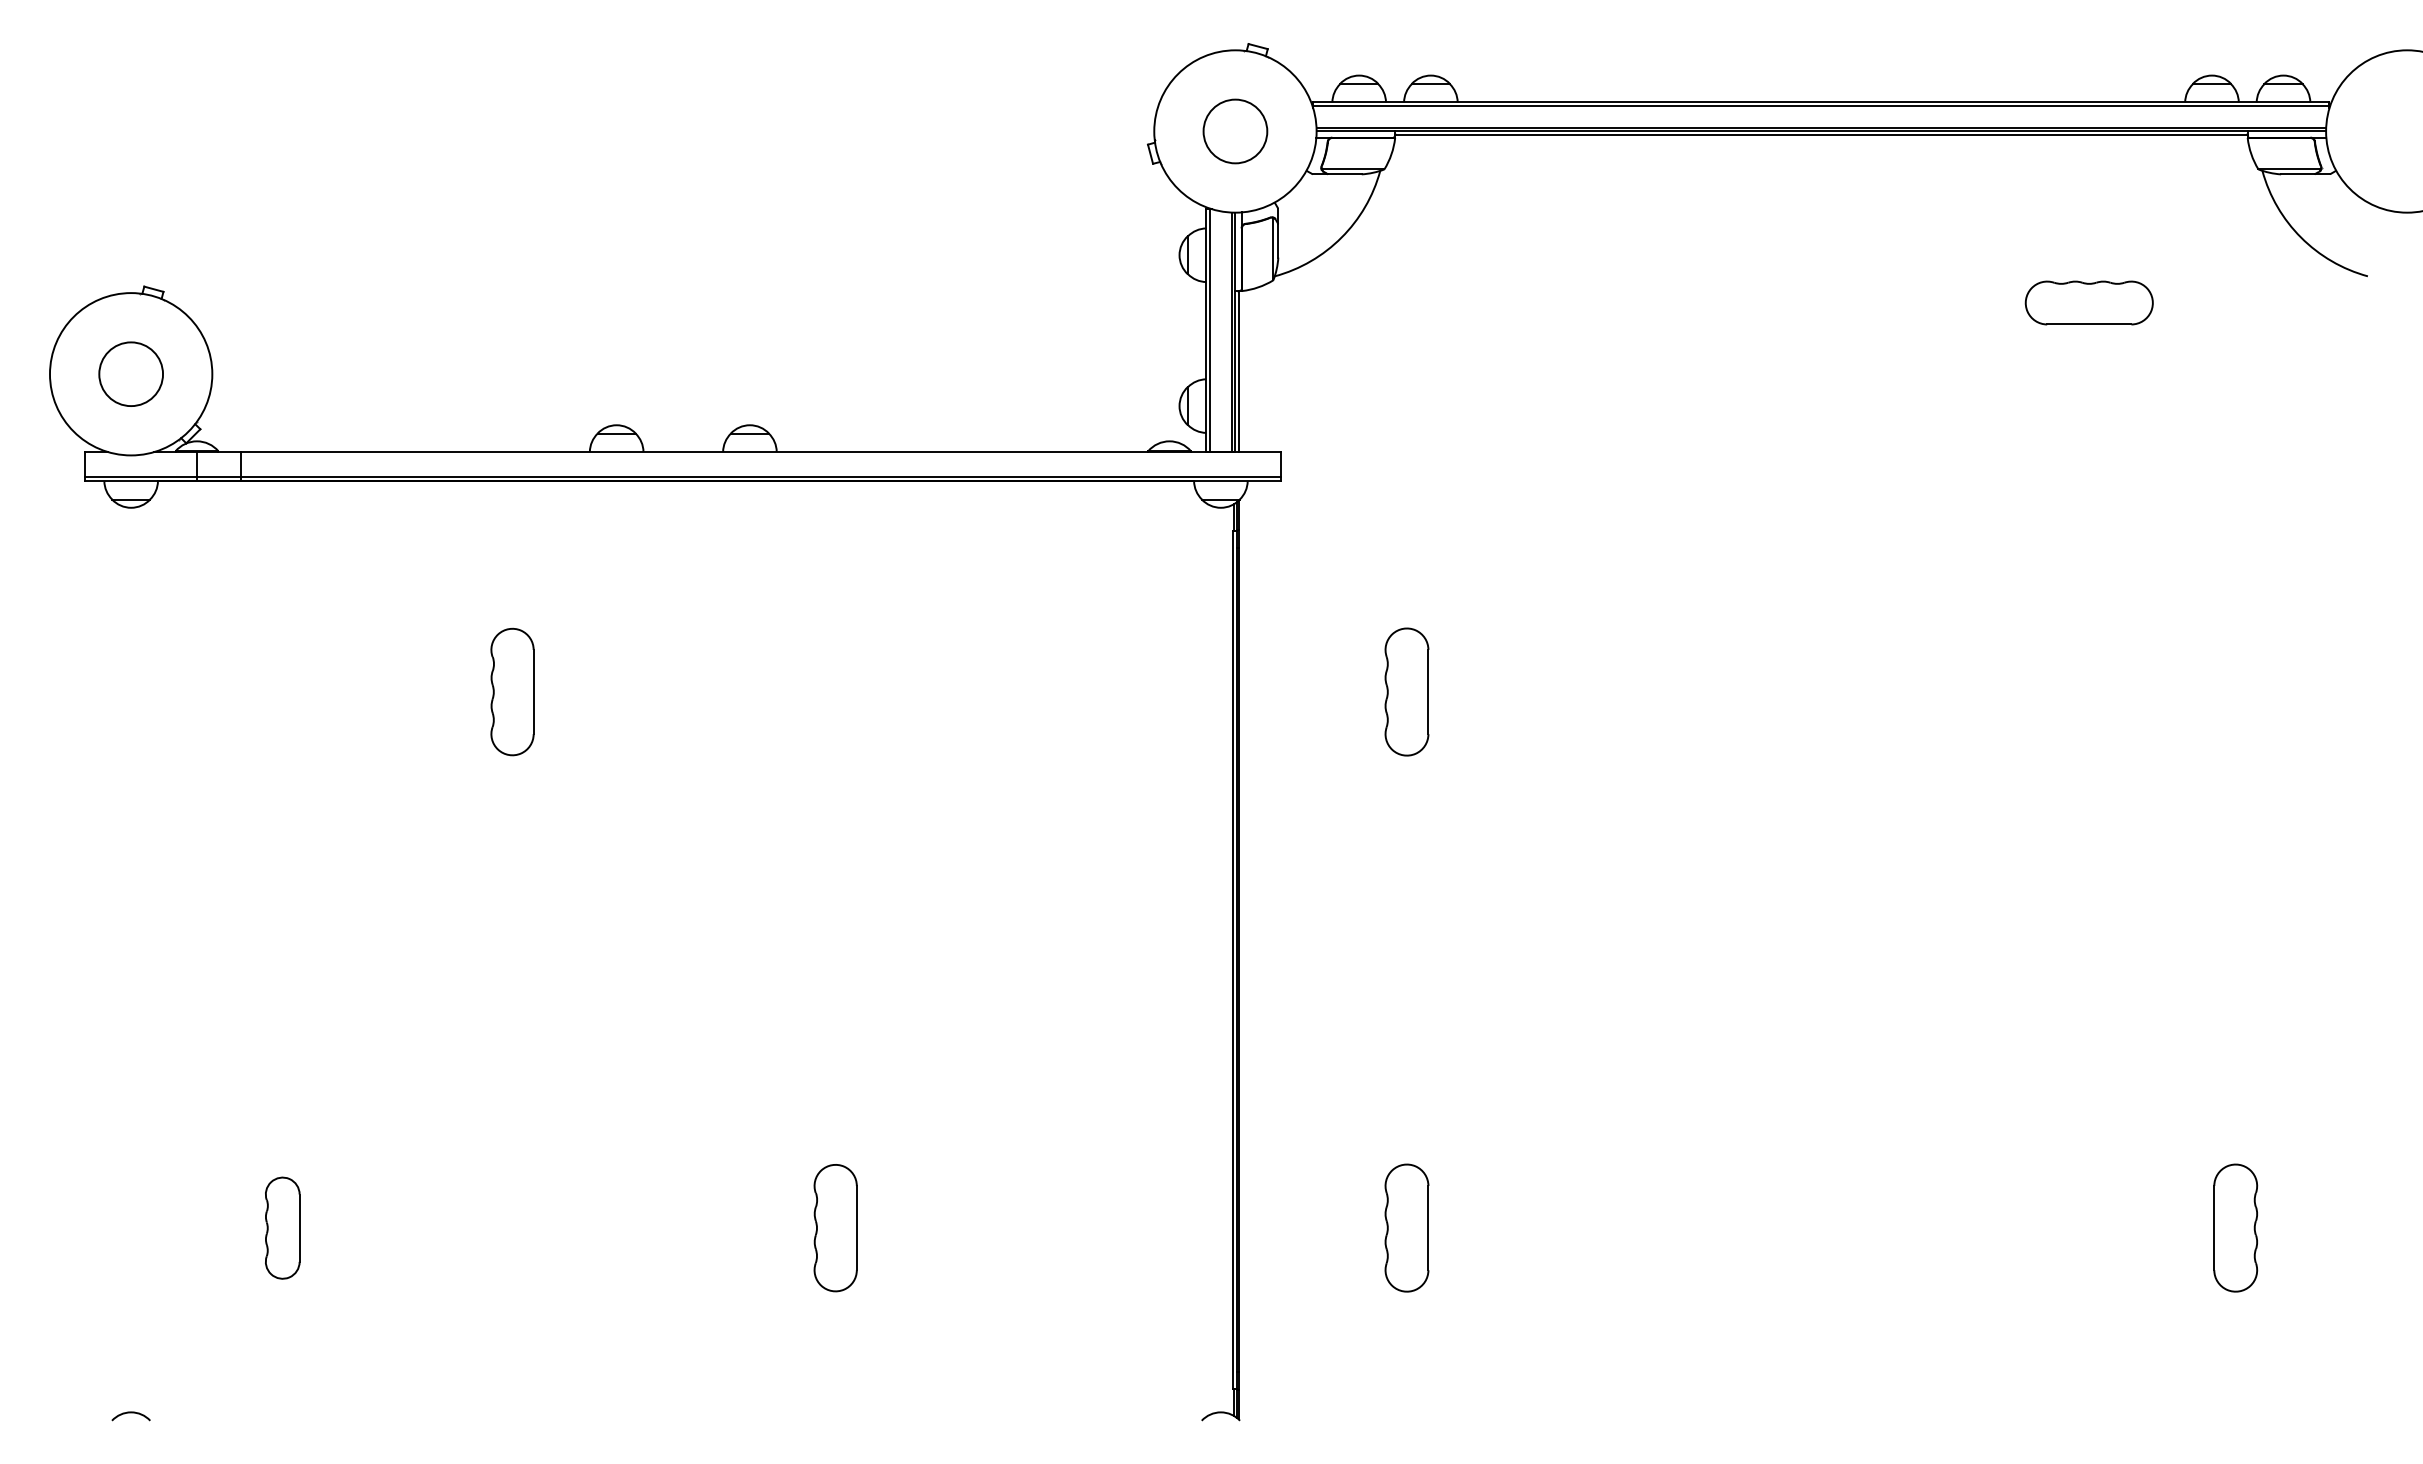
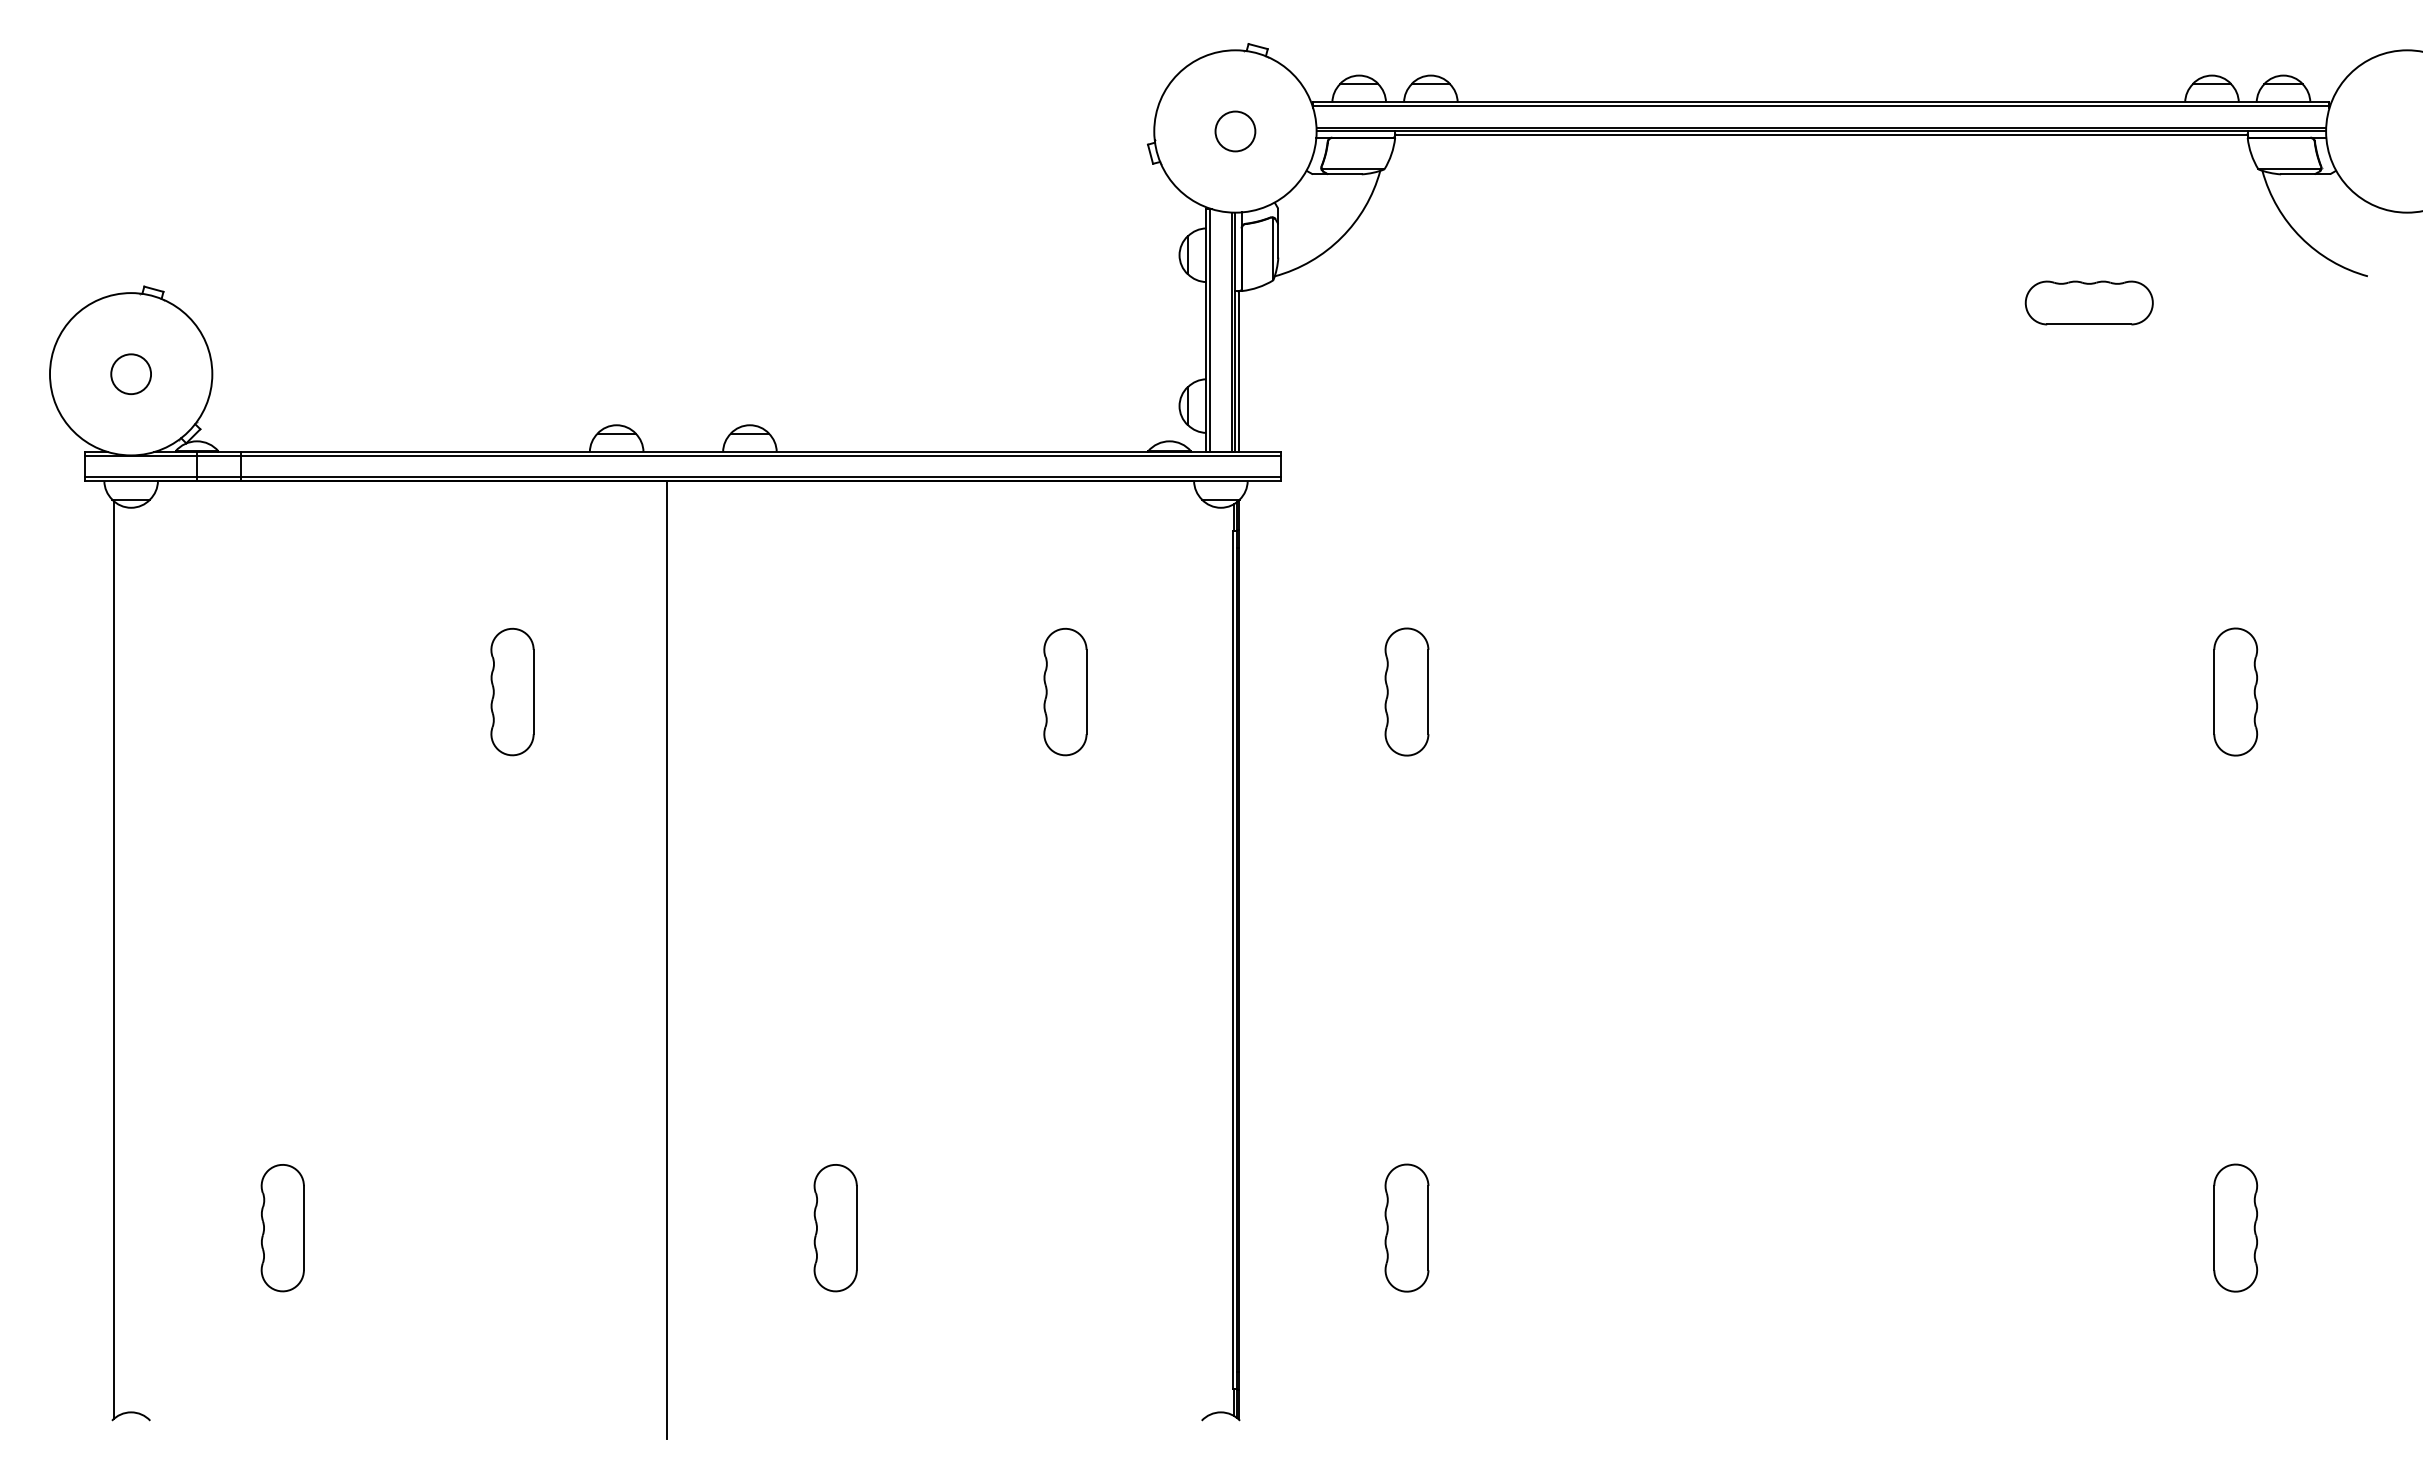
circle at (1235, 131) diameter: 64 px -> 40 px
circle at (131, 374) diameter: 64 px -> 40 px
line at (683, 455): none -> present
part at (1065, 691): none -> present
part at (2235, 691): none -> present
line at (114, 959): none -> present
line at (667, 959): none -> present
part at (282, 1227) size: 36x104 px -> 45x129 px
